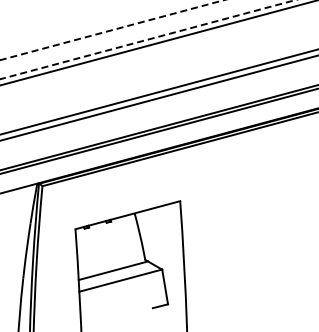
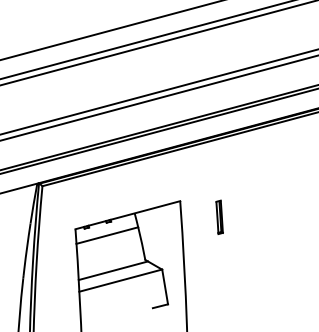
line at (112, 30): dashed -> solid
line at (147, 39): dashed -> solid
part at (219, 216): none -> present
line at (107, 235): none -> present
